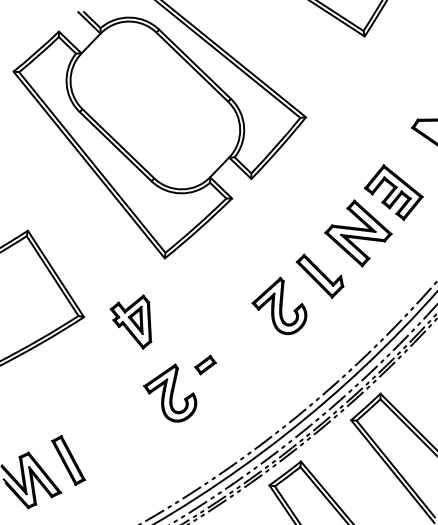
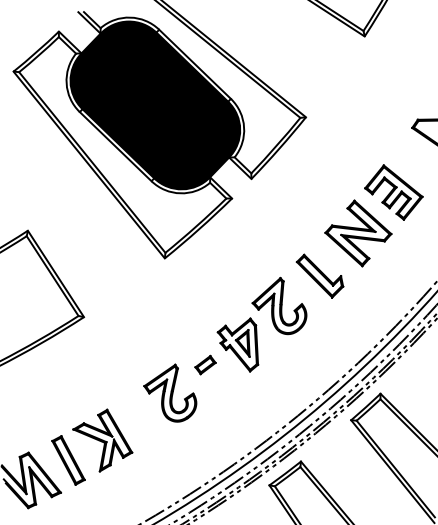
fill at (155, 105): none -> present
part at (130, 321) position: (130, 321) -> (237, 344)
part at (102, 440): none -> present
